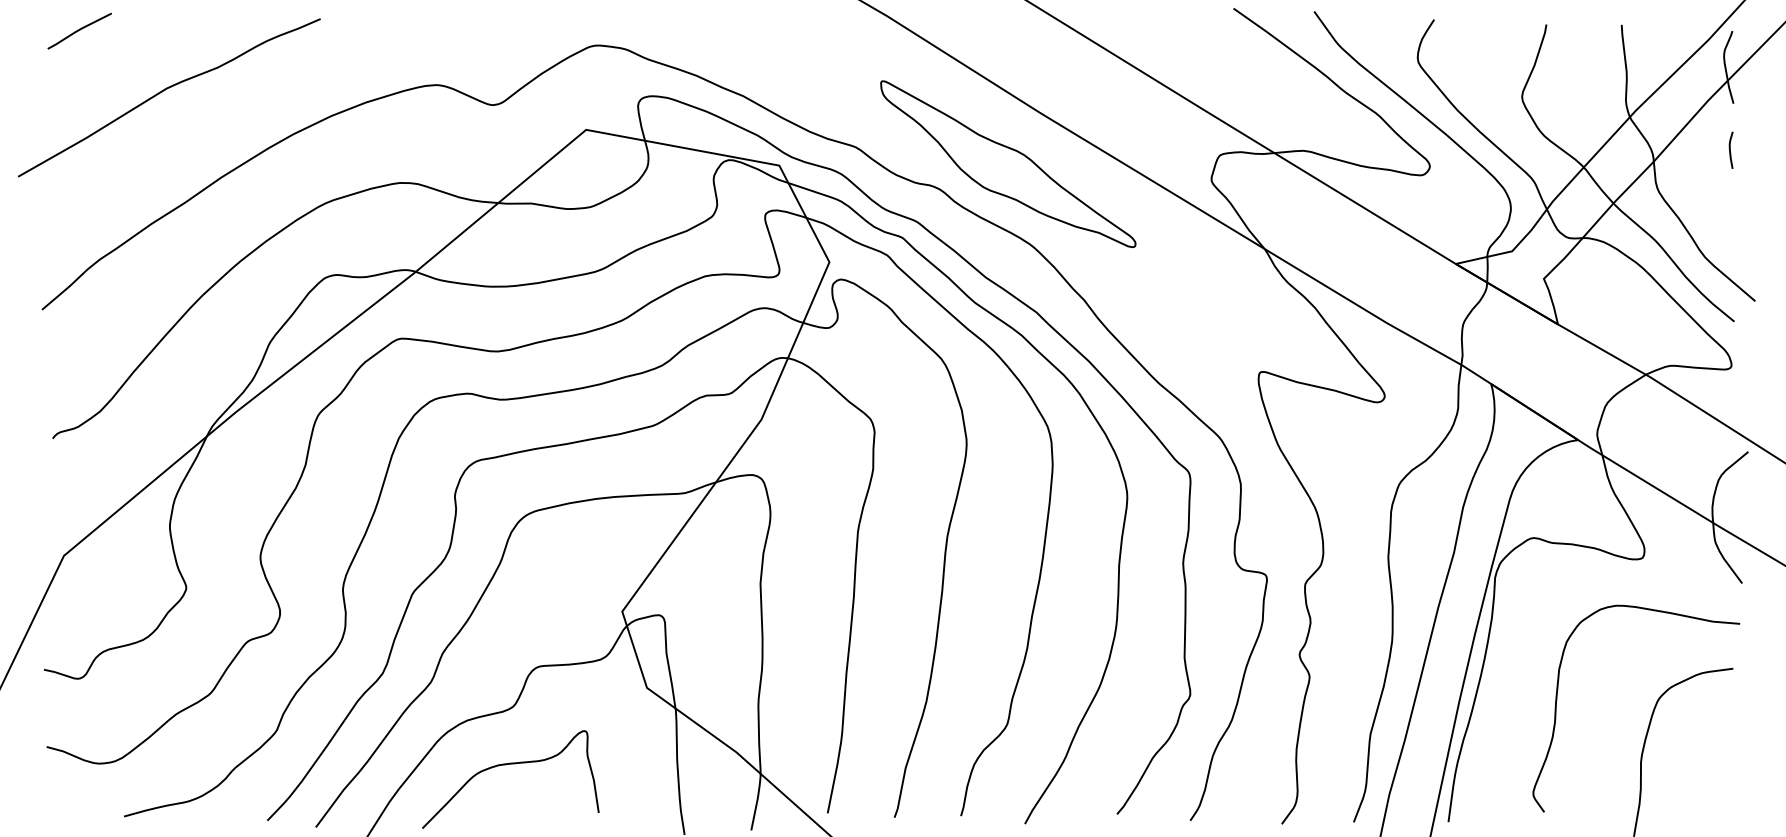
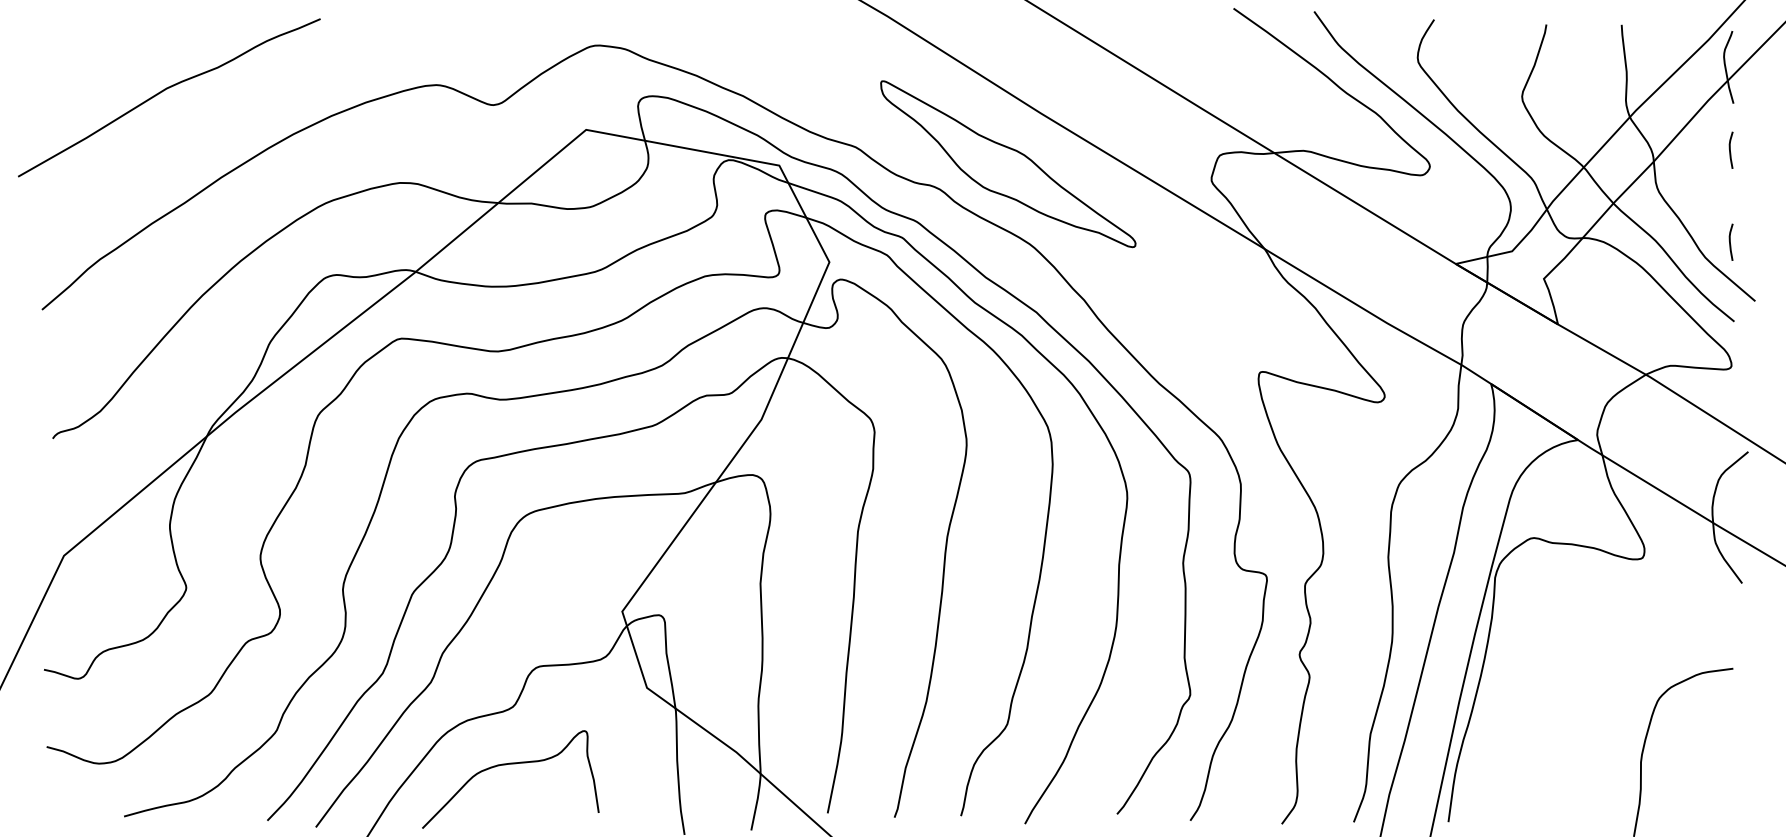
line at (79, 30): present -> none
curve at (1730, 241): none -> present
curve at (1557, 700): present -> none
